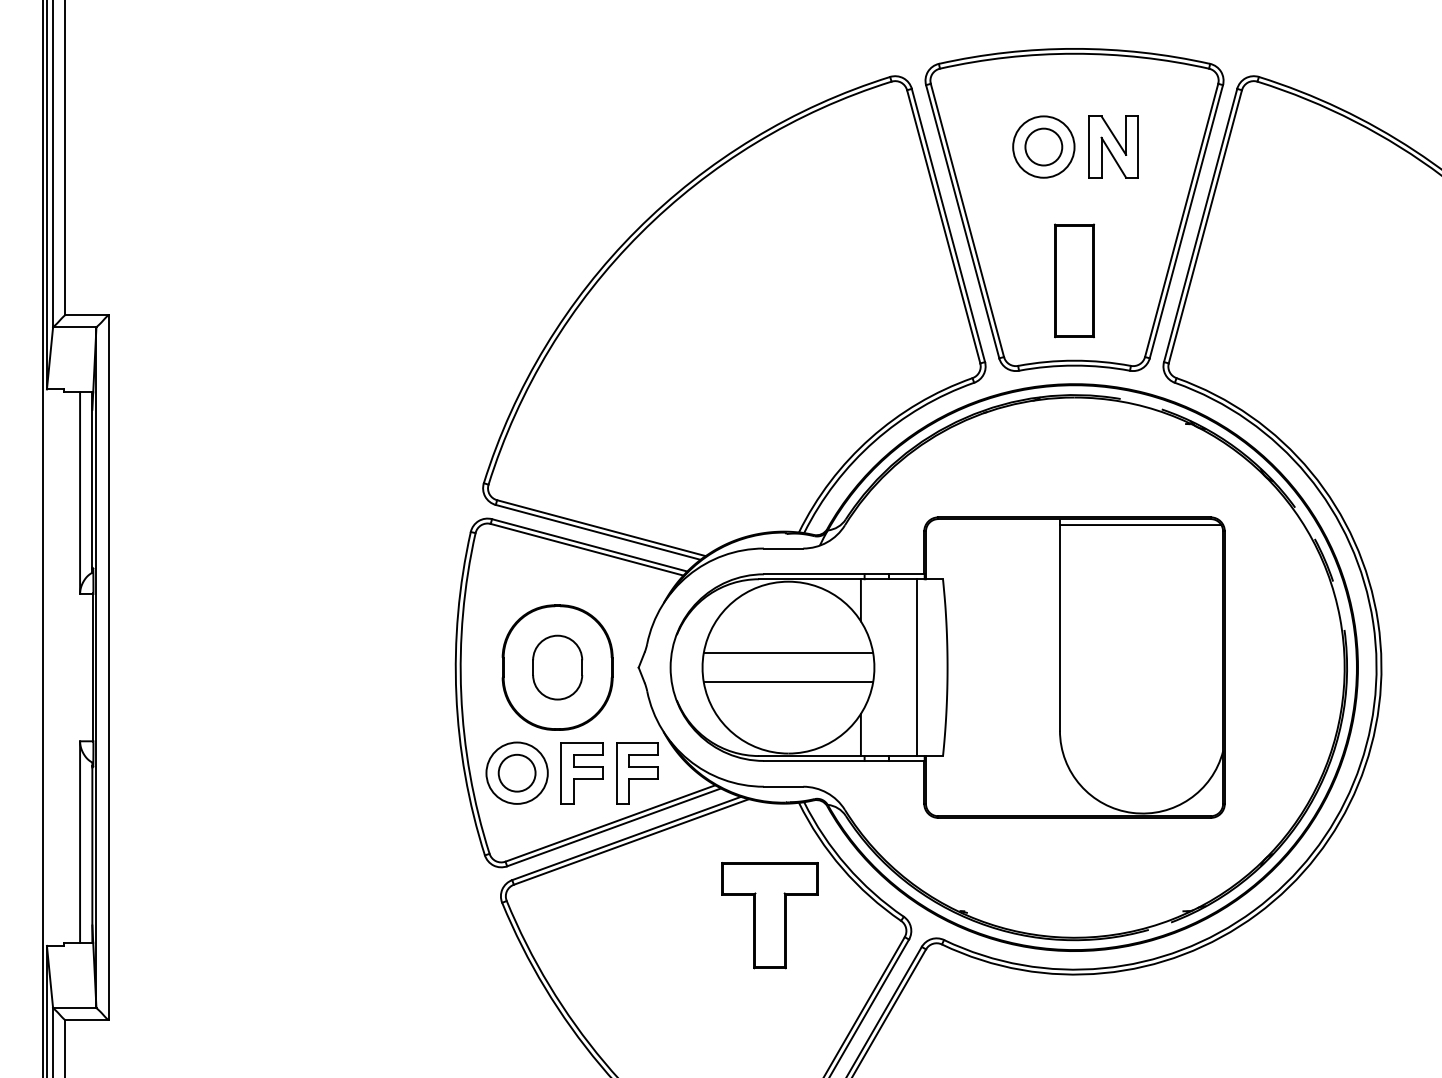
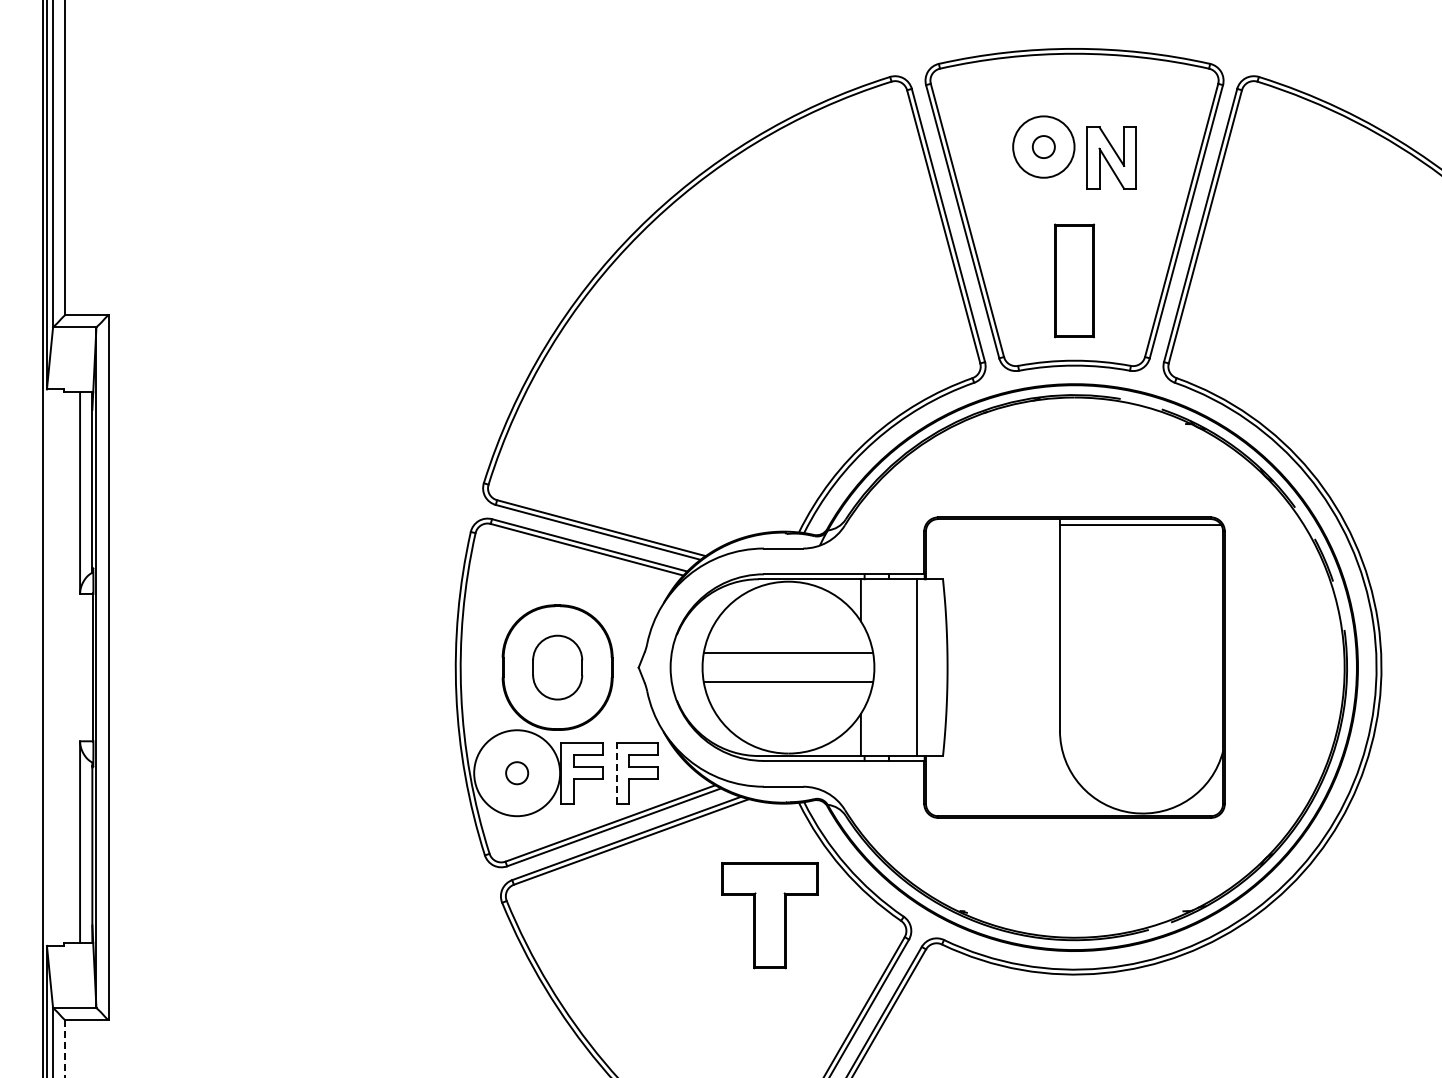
circle at (1043, 146) diameter: 37 px -> 22 px
part at (1113, 146) position: (1113, 146) -> (1111, 157)
circle at (516, 772) diameter: 37 px -> 22 px
circle at (516, 772) diameter: 61 px -> 86 px
line at (616, 773): solid -> dashed
line at (65, 1049): solid -> dashed
